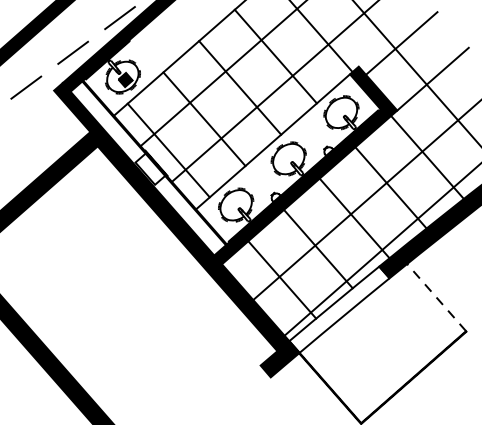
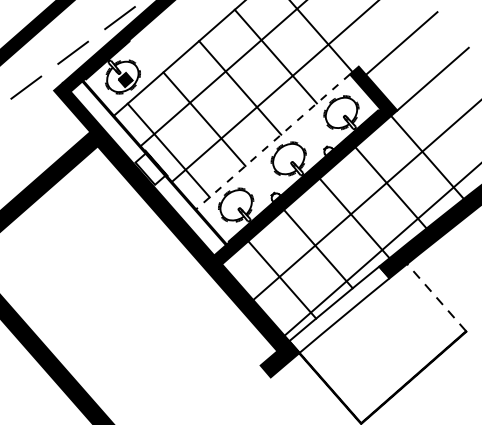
line at (416, 73): present -> none
line at (272, 142): solid -> dashed
